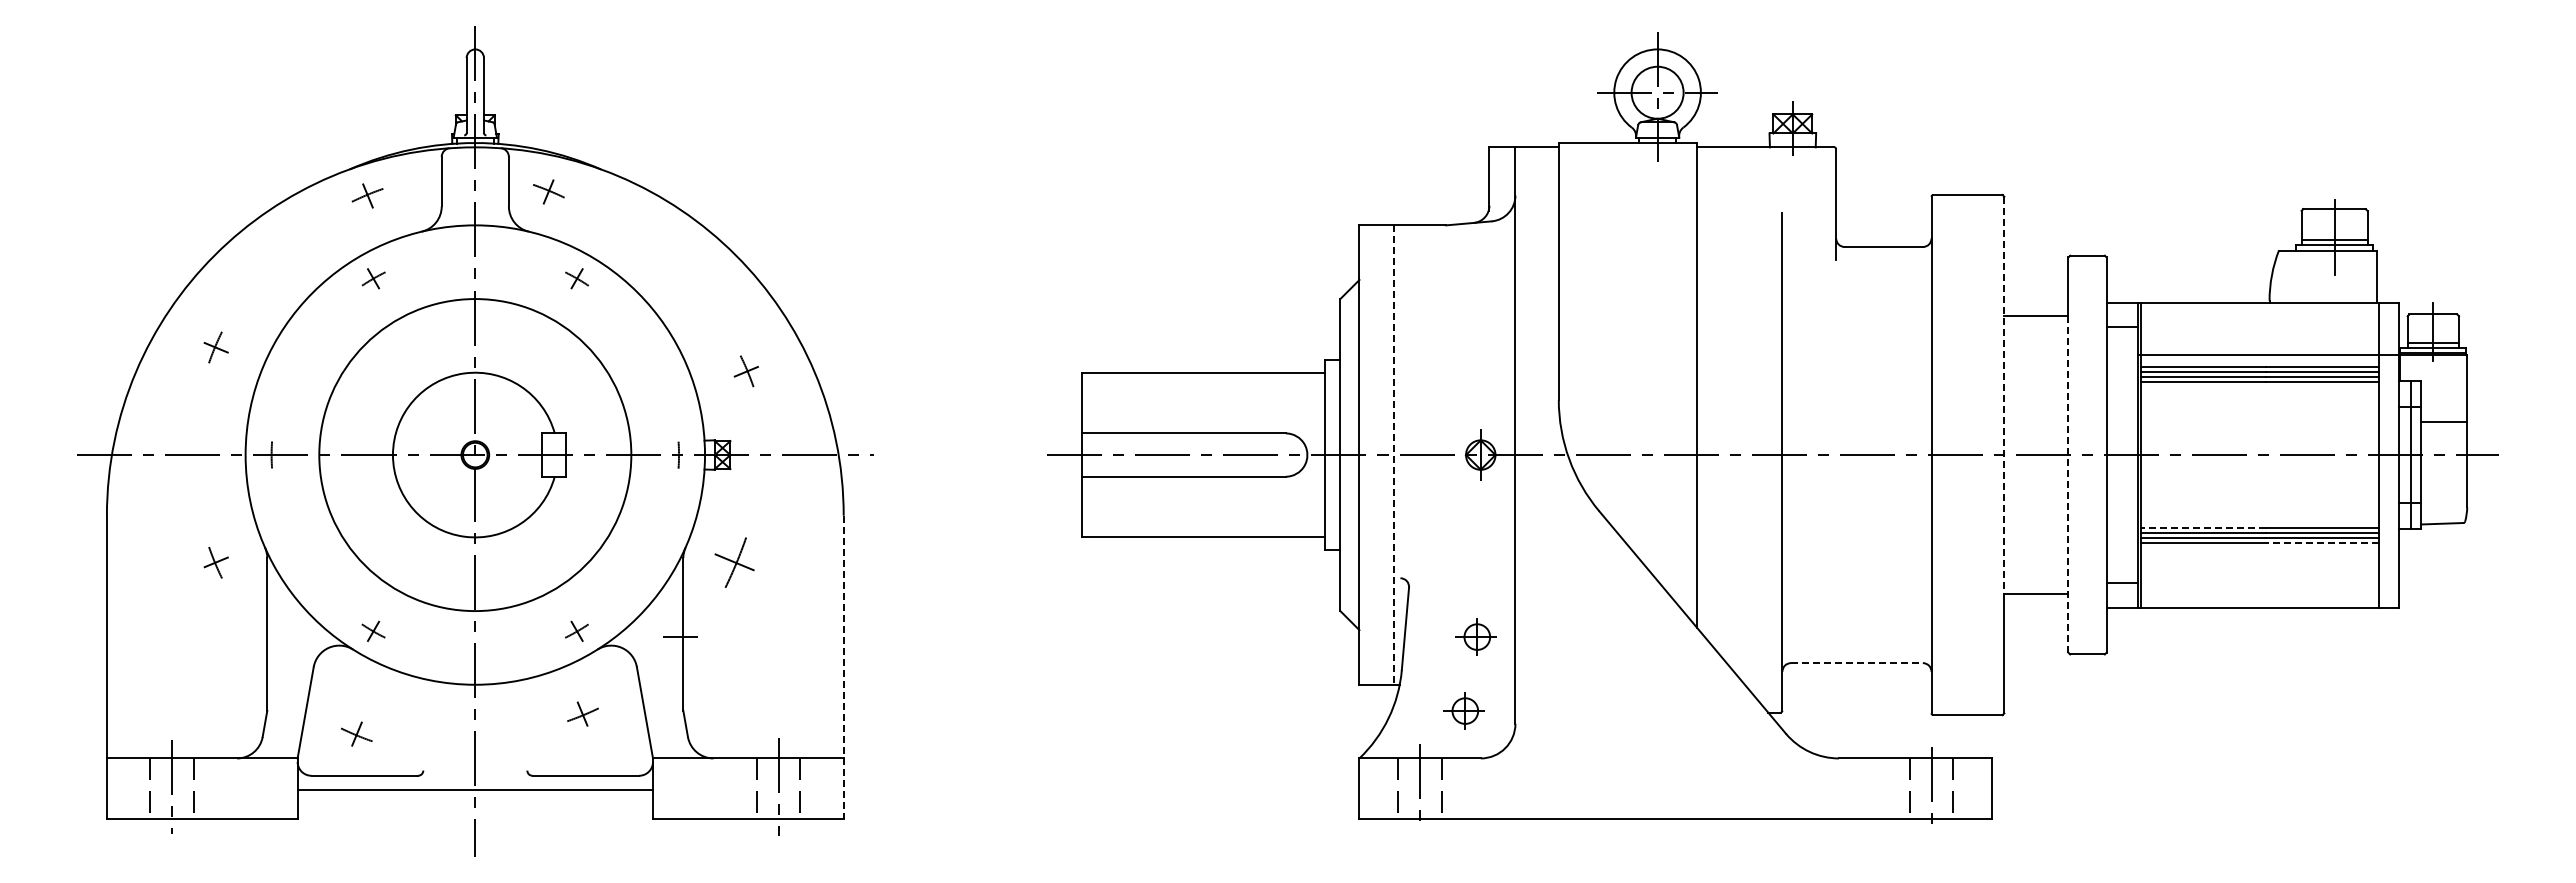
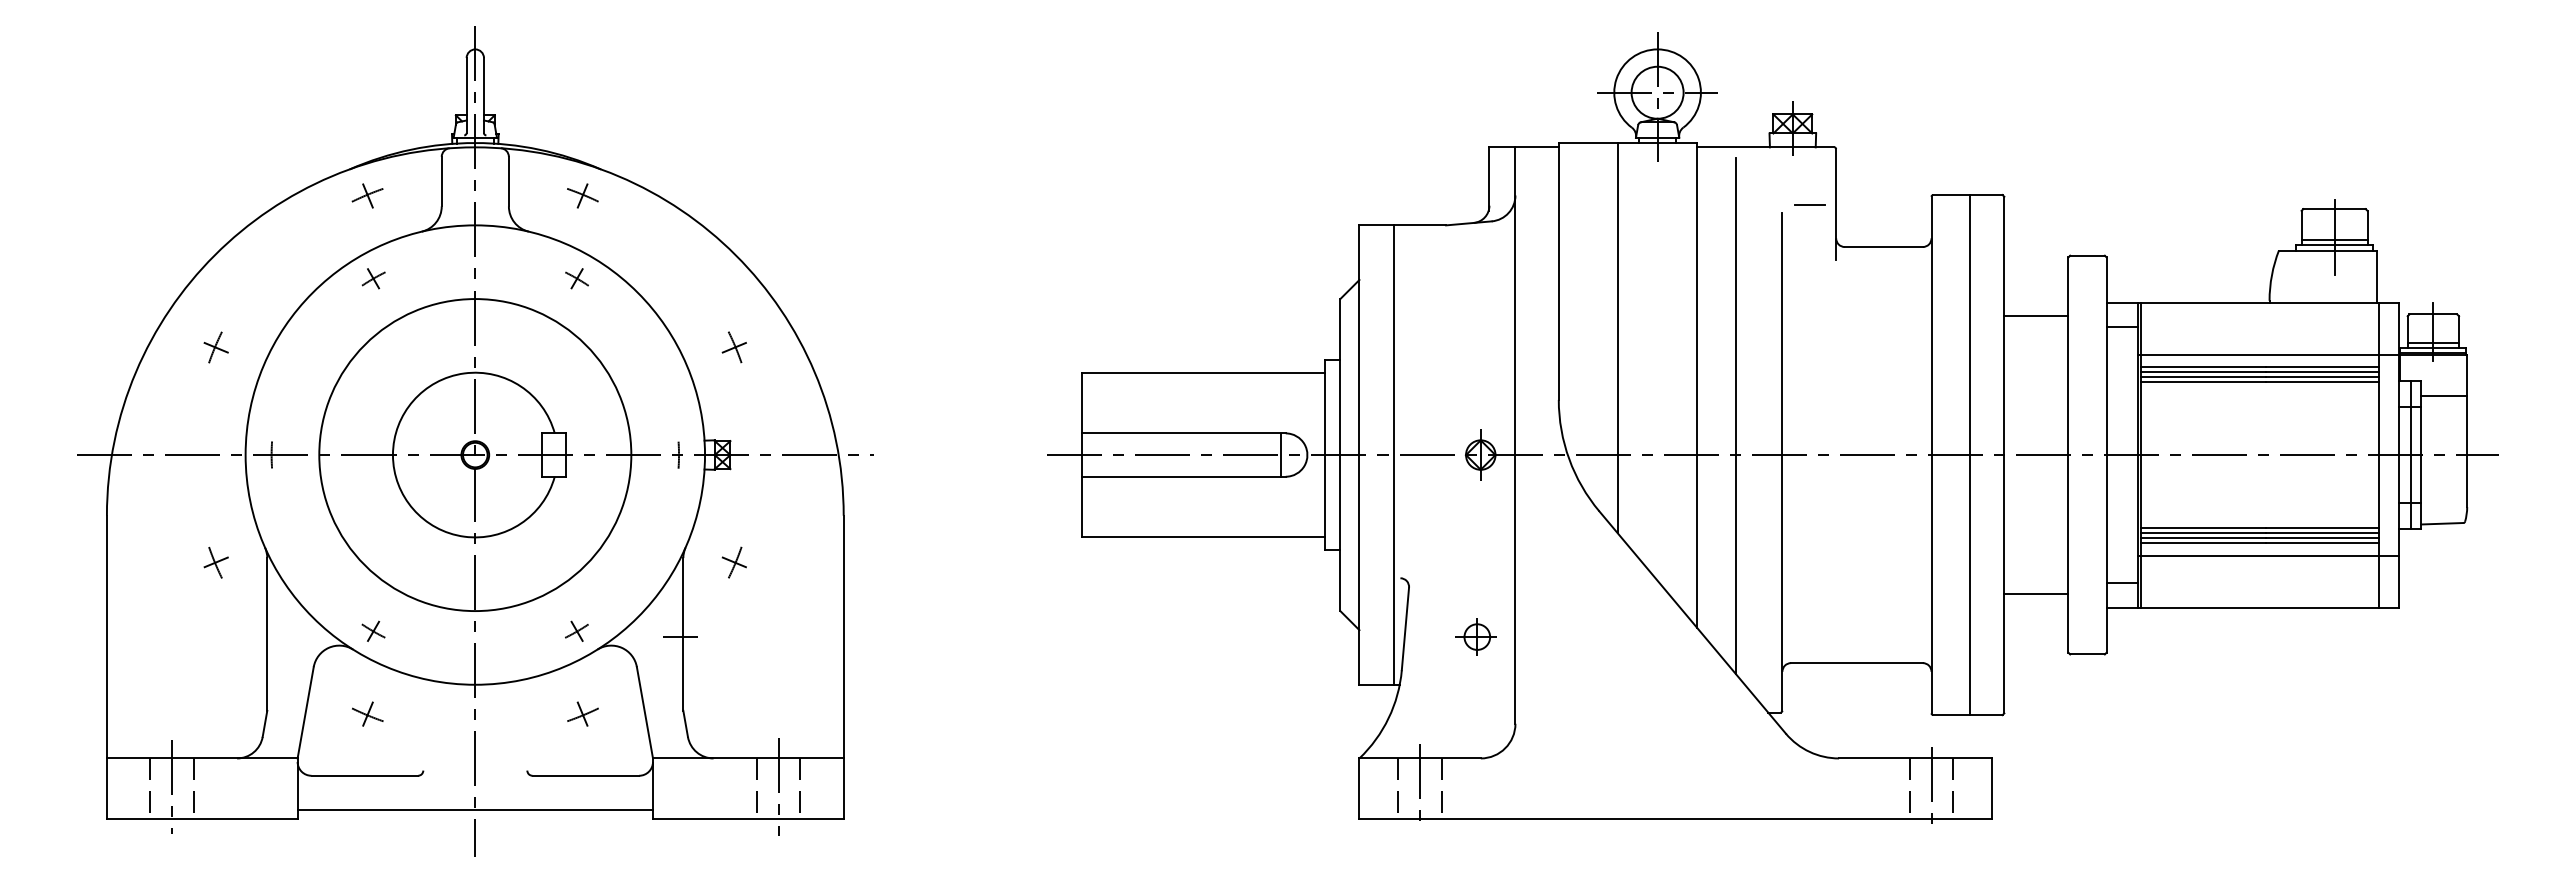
part at (548, 191) position: (548, 191) -> (582, 195)
line at (1809, 205): none -> present
line at (1617, 338): none -> present
part at (745, 371) position: (745, 371) -> (733, 347)
line at (2004, 395): dashed -> solid
line at (1735, 415): none -> present
line at (2444, 421) position: (2444, 421) -> (2444, 395)
line at (1281, 454): none -> present
line at (1394, 455): dashed -> solid
line at (1969, 455): none -> present
line at (2068, 485): dashed -> solid
line at (2203, 527): dashed -> solid
line at (2321, 543): dashed -> solid
line at (2267, 555): none -> present
part at (734, 562) size: 41x51 px -> 26x33 px
line at (1856, 663): dashed -> solid
line at (843, 667): dashed -> solid
part at (1463, 710): present -> none
part at (356, 733) position: (356, 733) -> (367, 713)
line at (475, 790) position: (475, 790) -> (475, 810)
